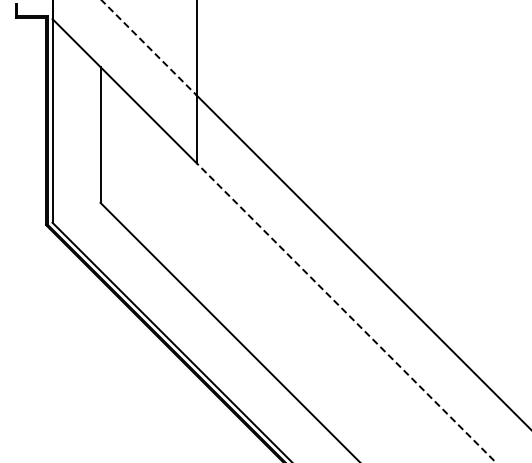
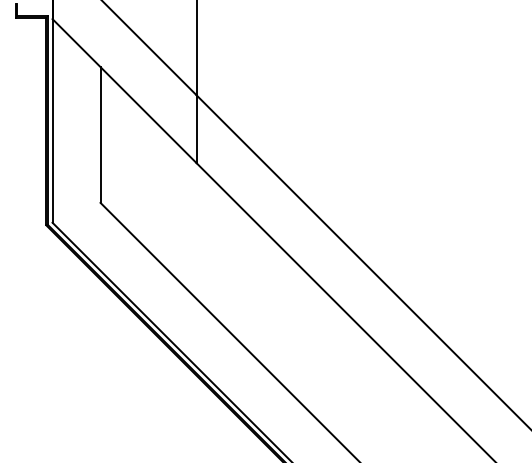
line at (149, 47): dashed -> solid
line at (346, 312): dashed -> solid
